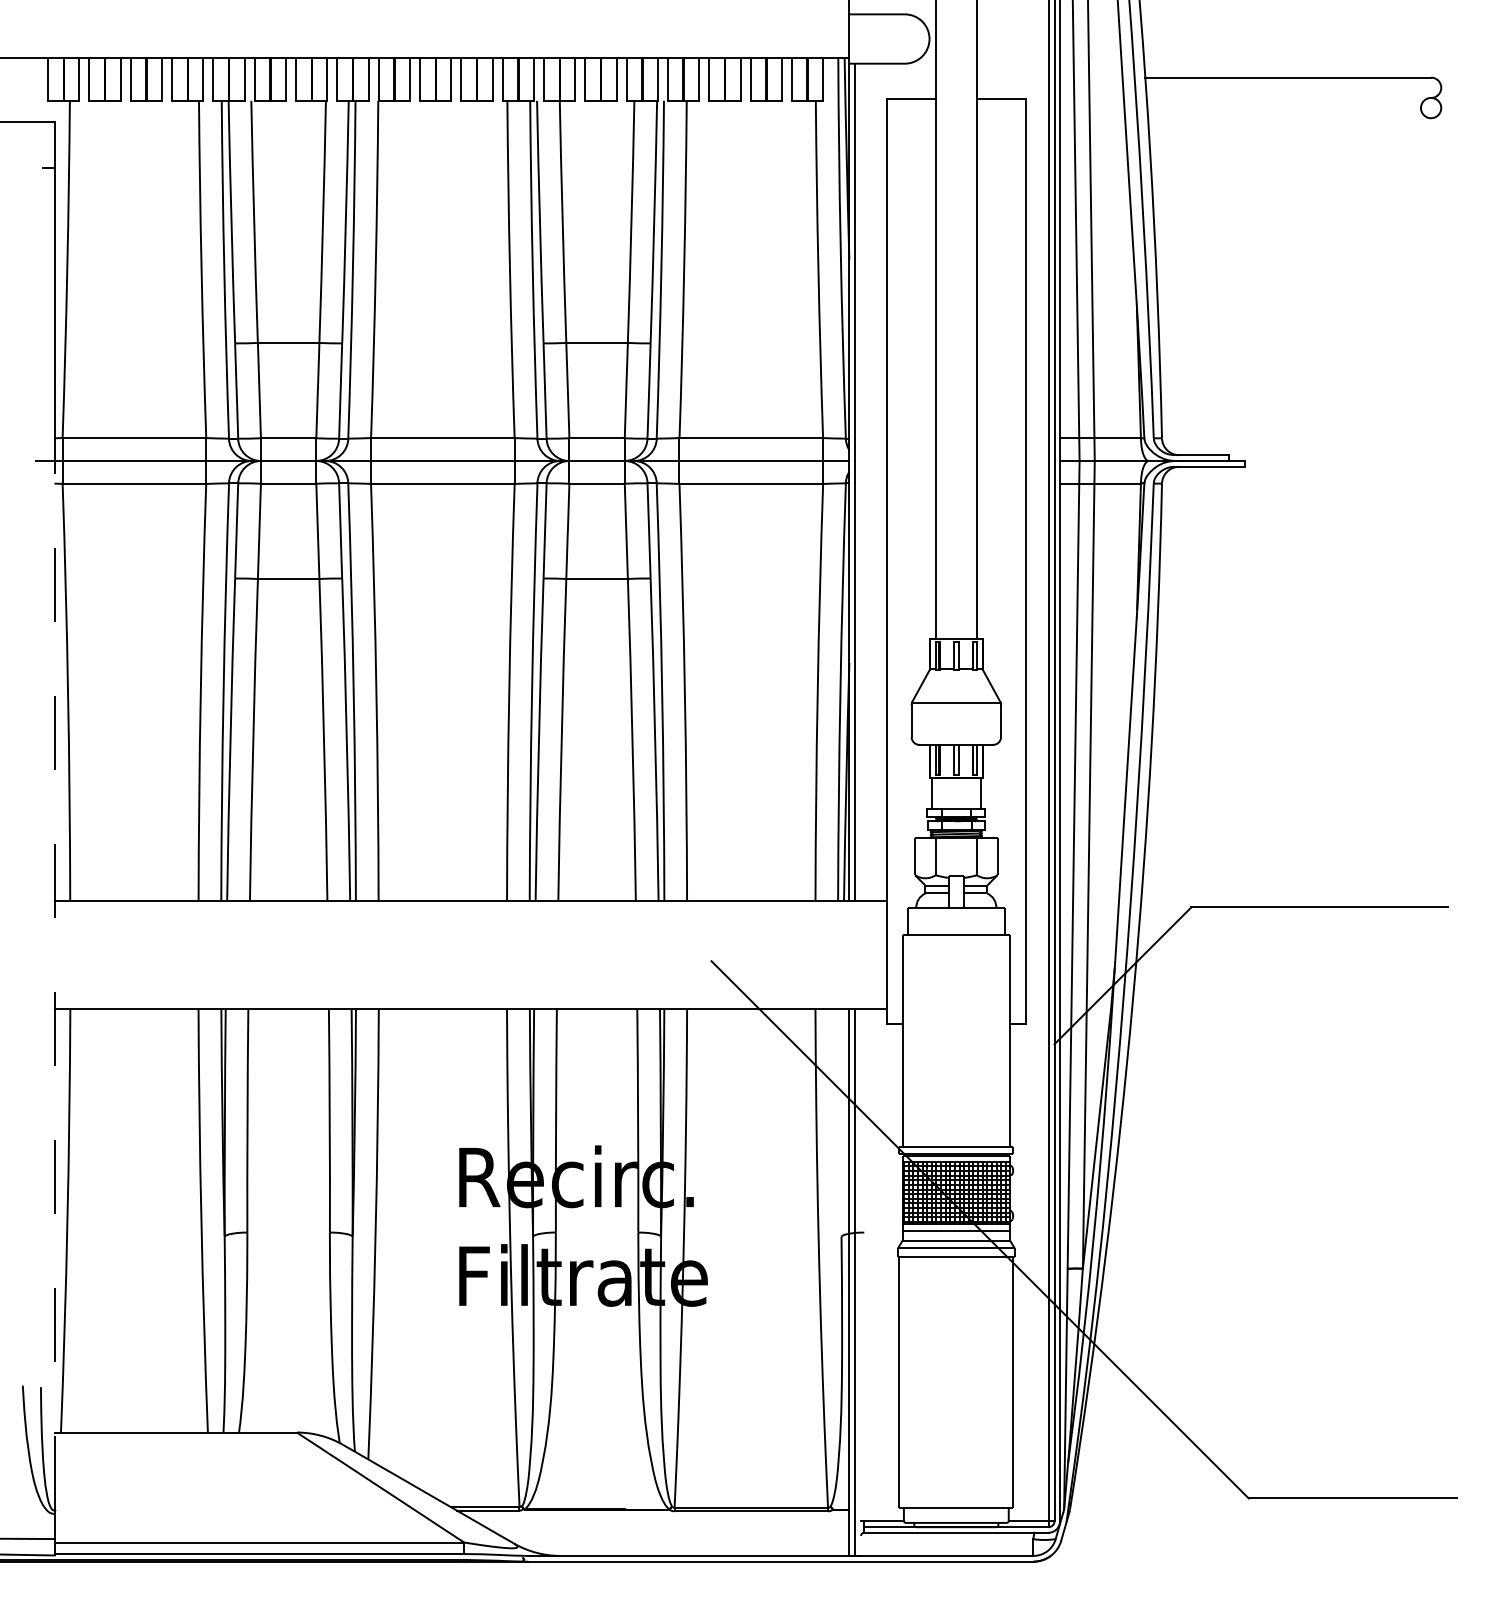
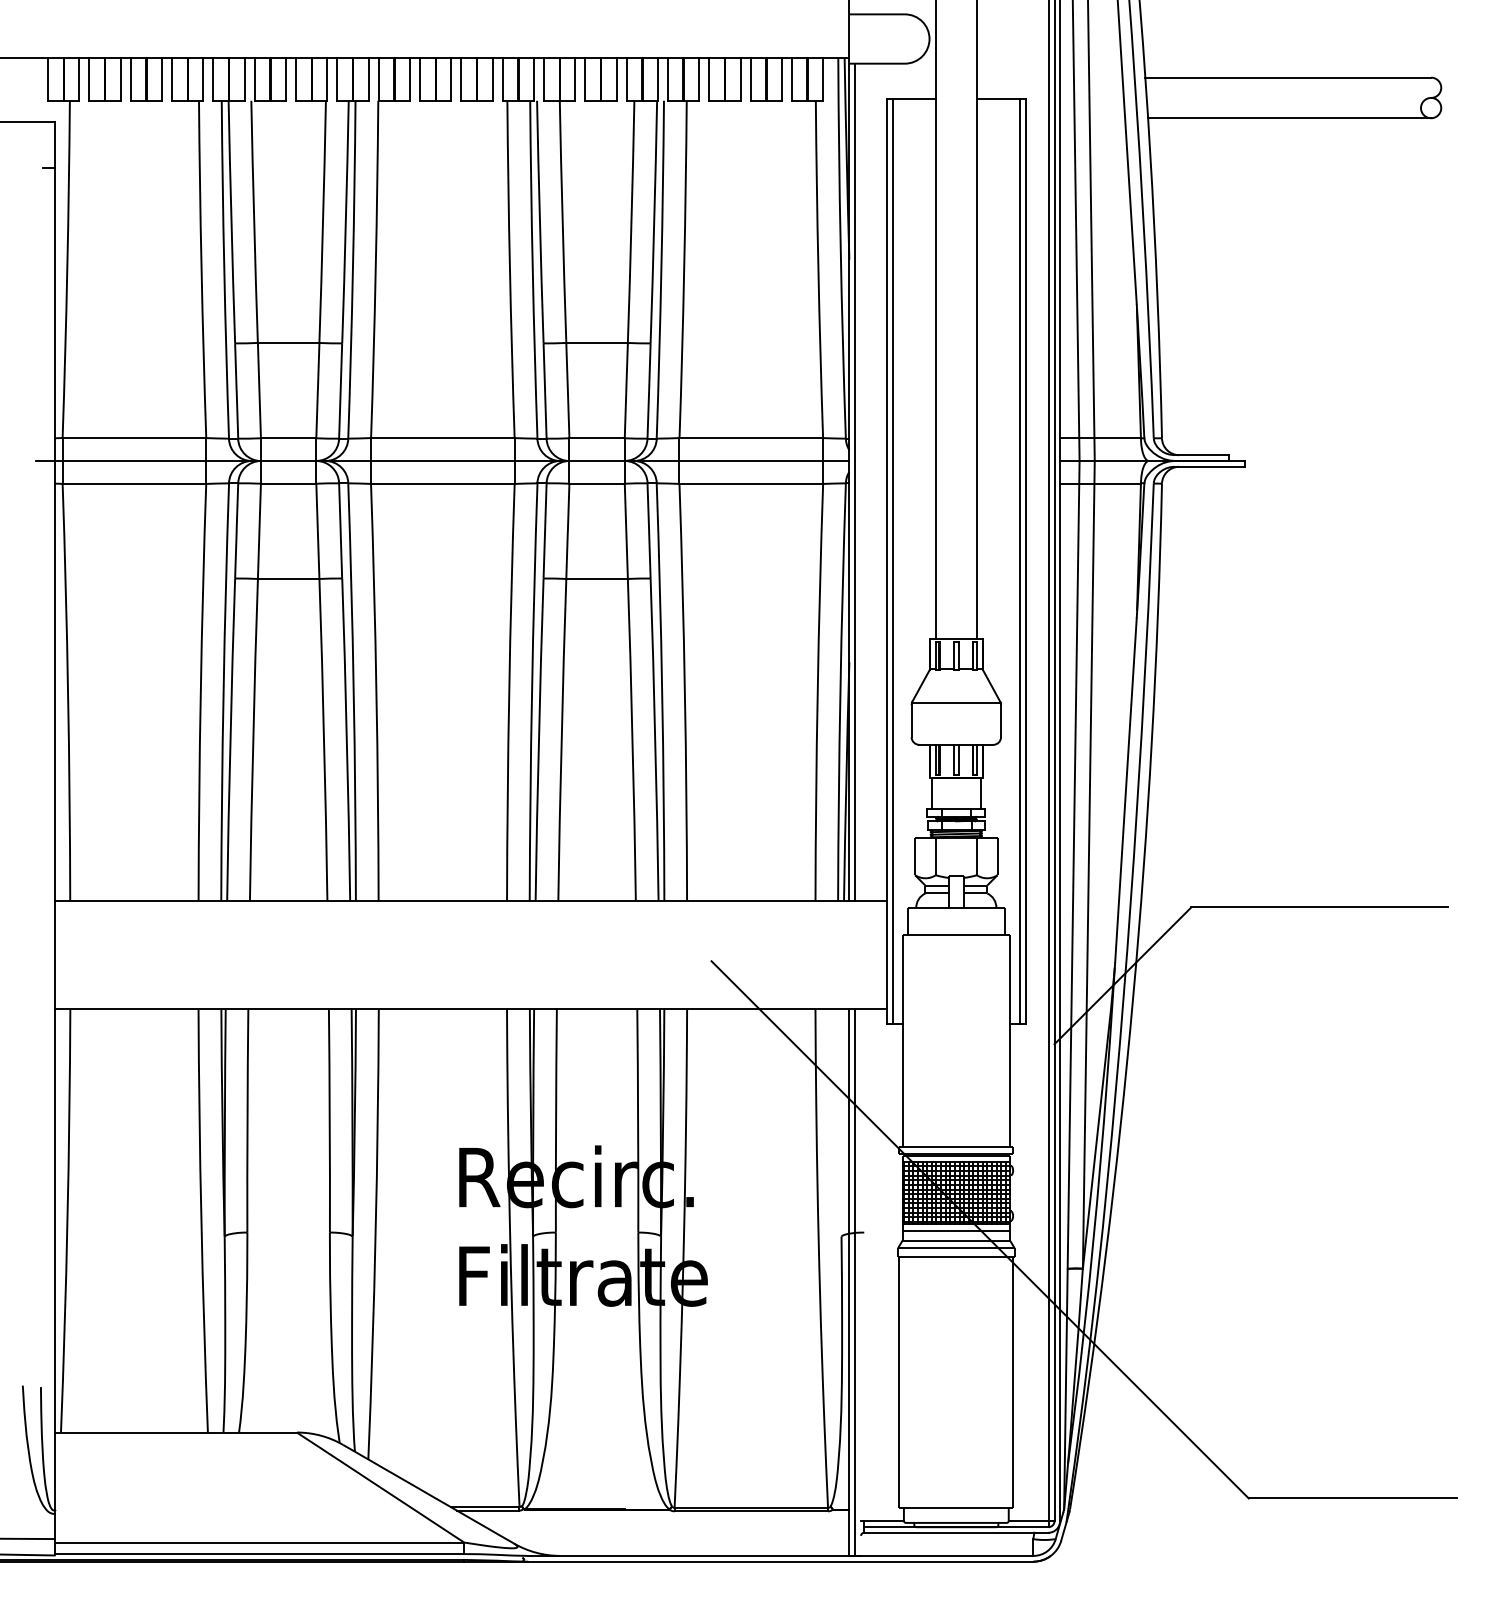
line at (1289, 118): none -> present
line at (892, 560): none -> present
line at (1020, 560): none -> present
line at (54, 985): dashed -> solid
